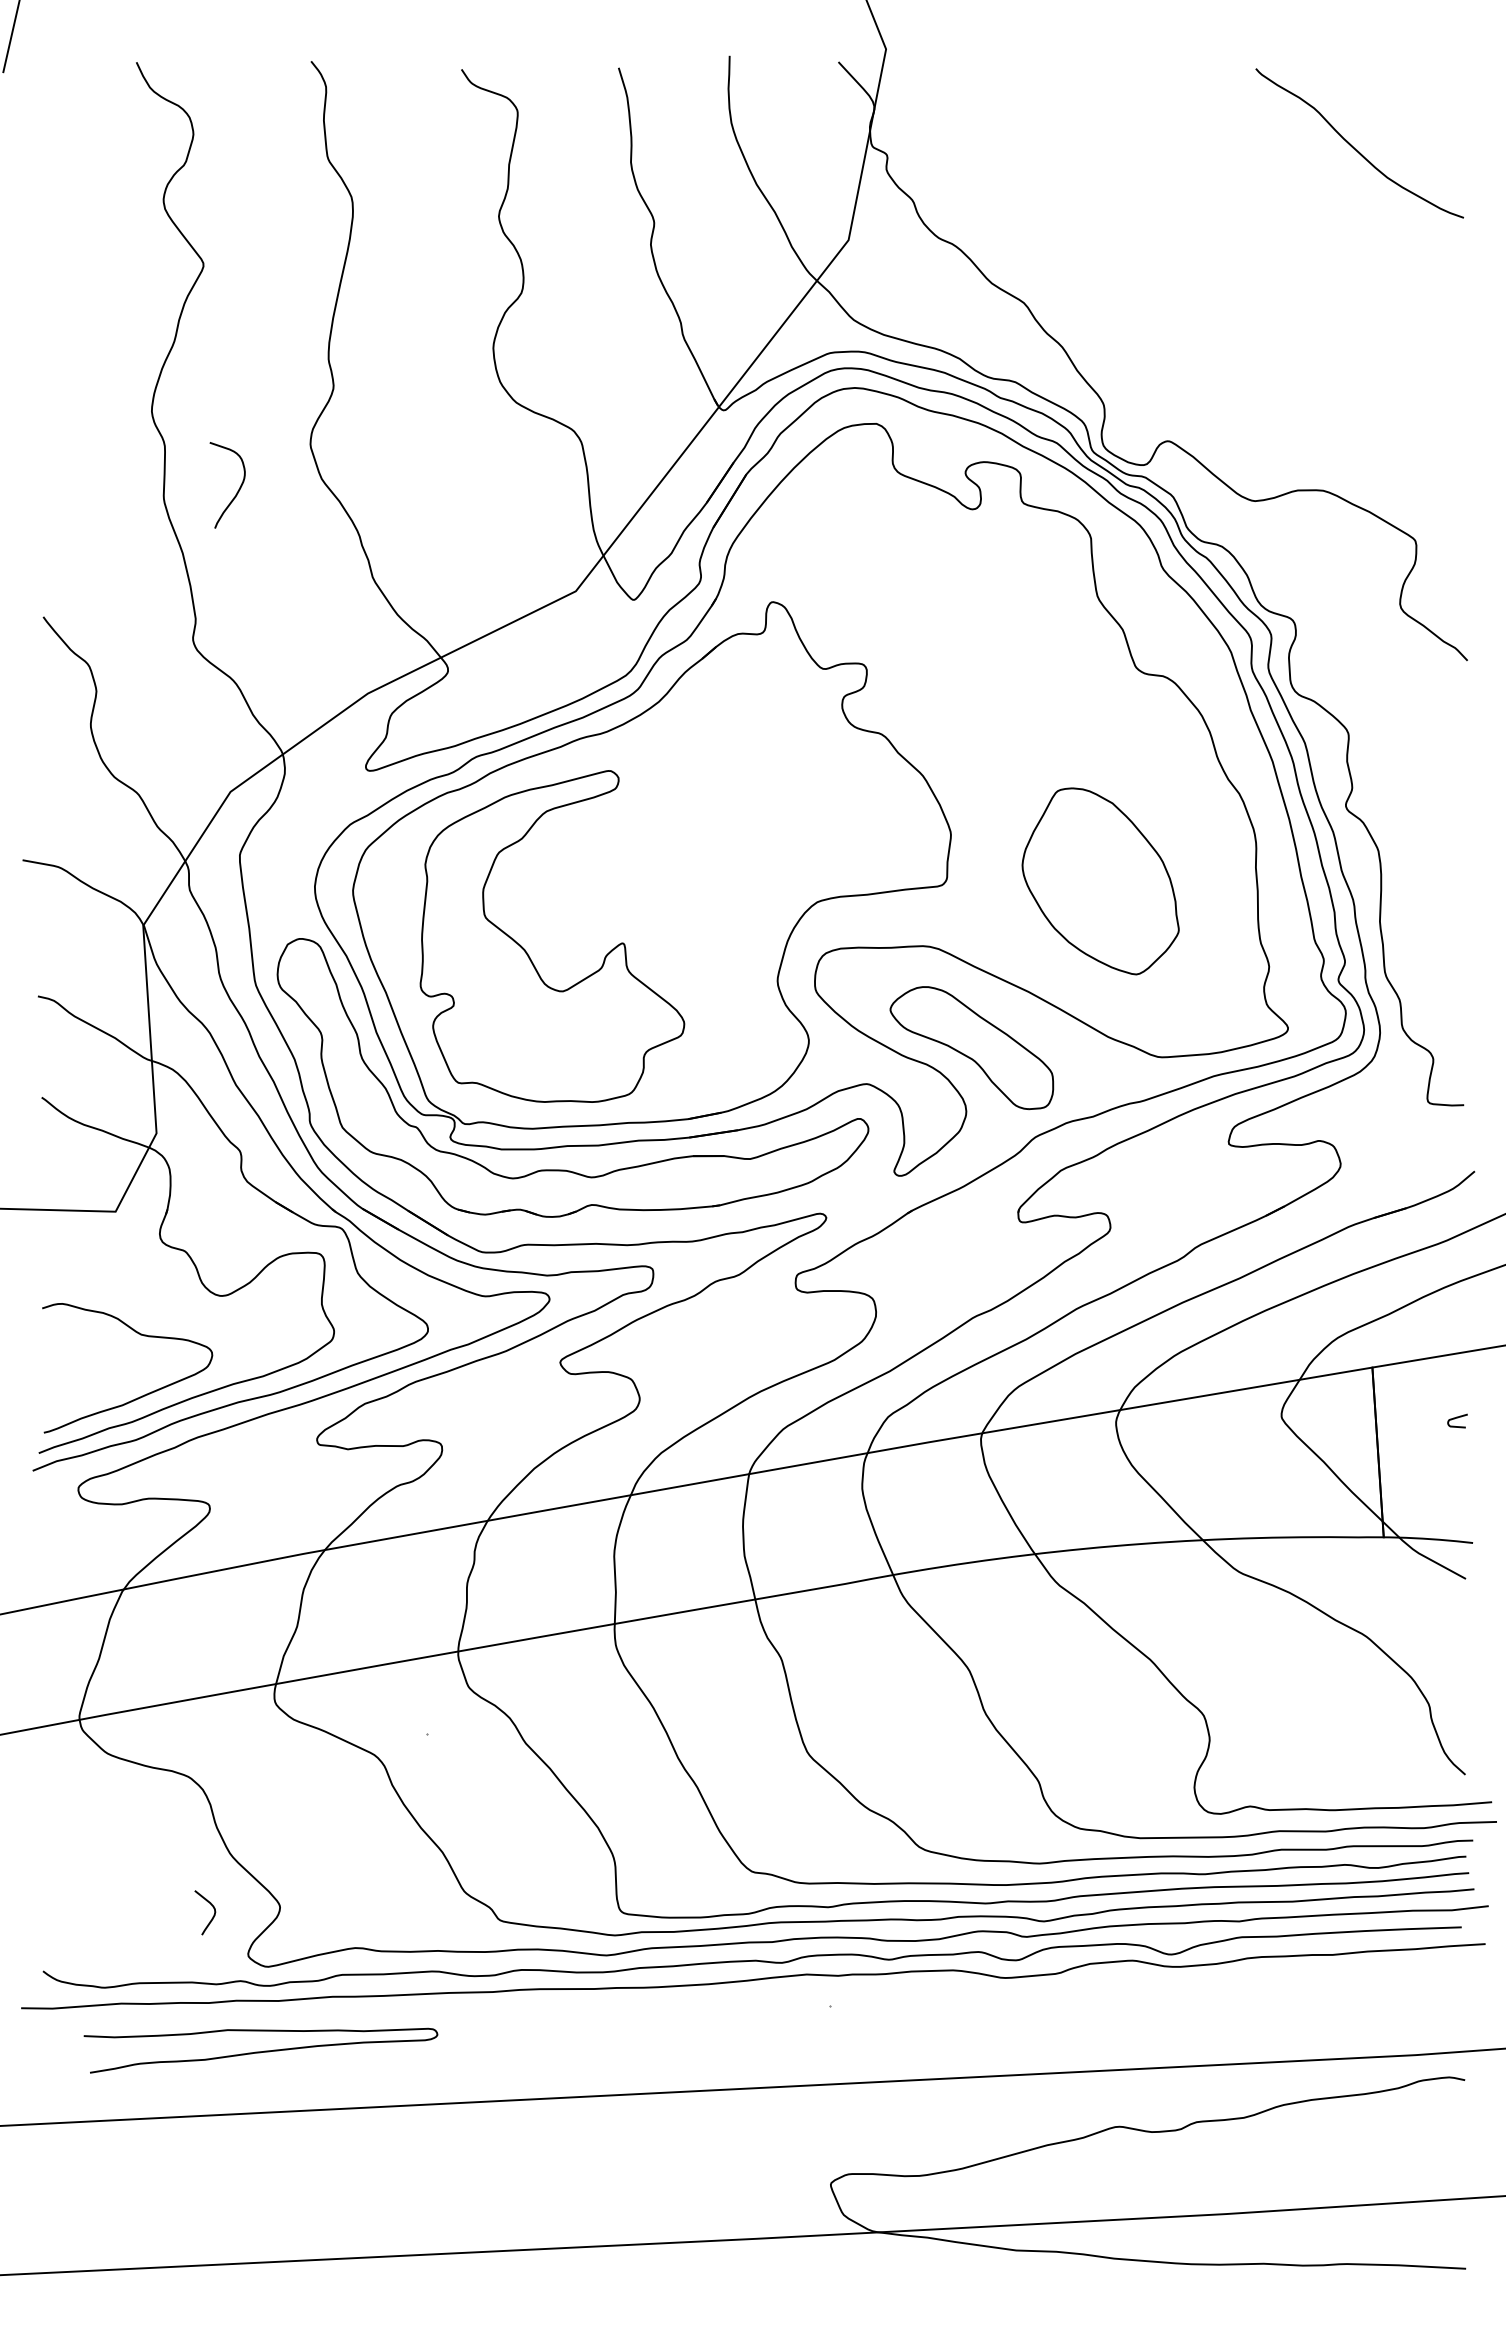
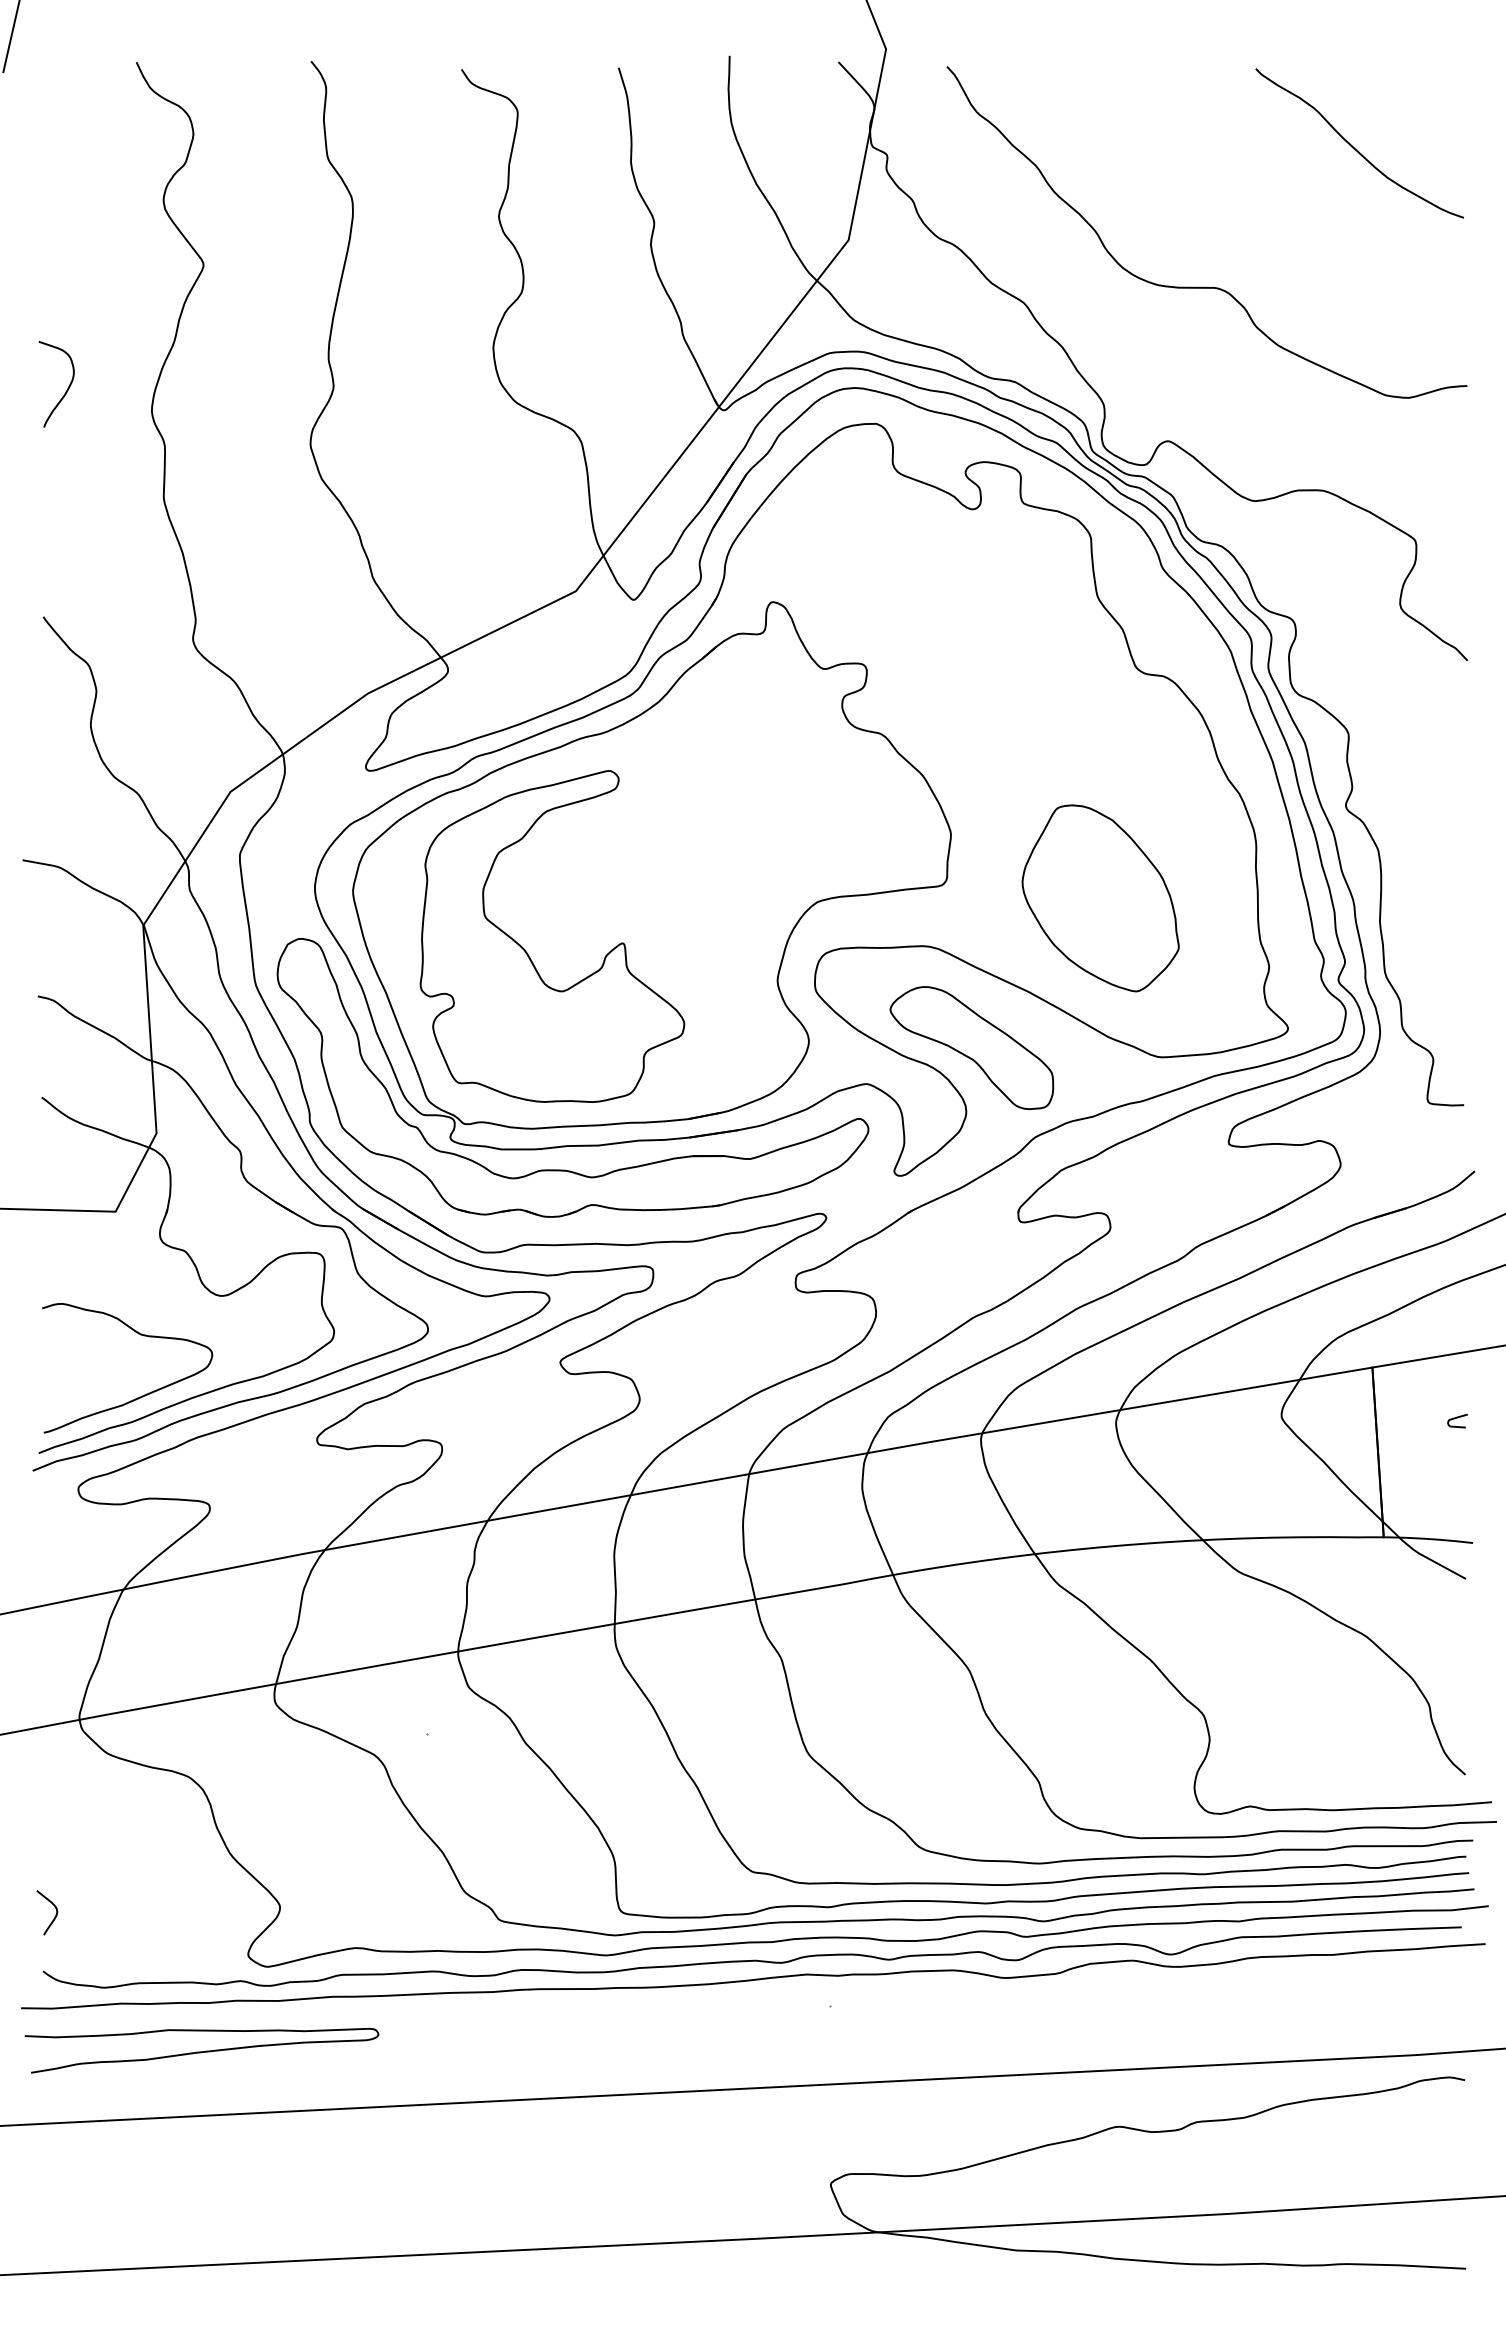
curve at (1204, 286): none -> present
curve at (237, 490) position: (237, 490) -> (66, 389)
part at (1100, 881) position: (1100, 881) -> (1100, 898)
curve at (212, 1916) position: (212, 1916) -> (54, 1916)
curve at (260, 2051) position: (260, 2051) -> (201, 2051)
